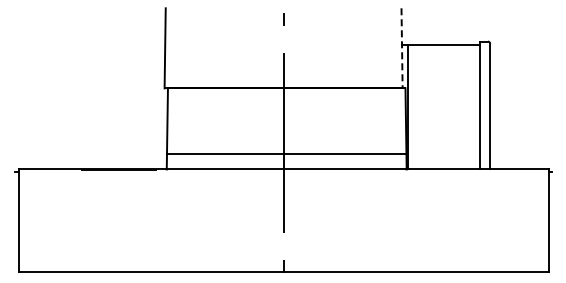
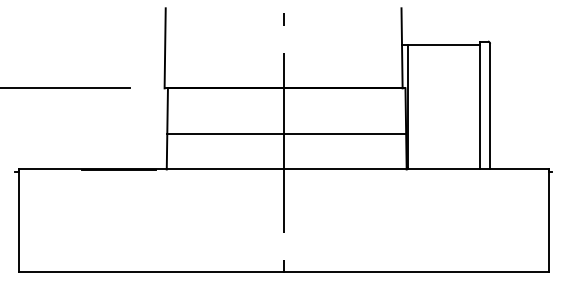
line at (402, 48): dashed -> solid
line at (65, 88): none -> present
line at (286, 154) position: (286, 154) -> (286, 134)
